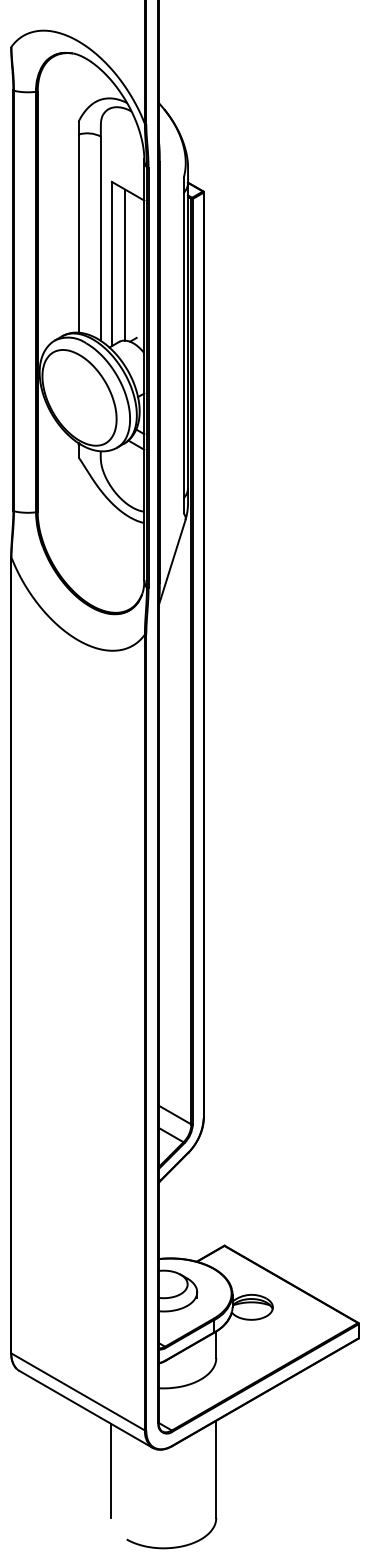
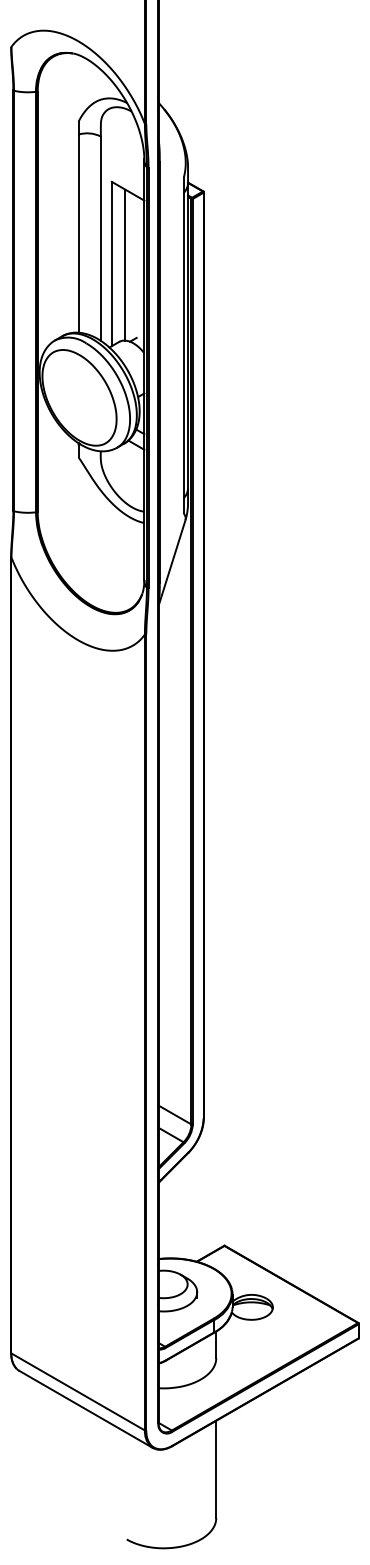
line at (111, 1471): present -> none
